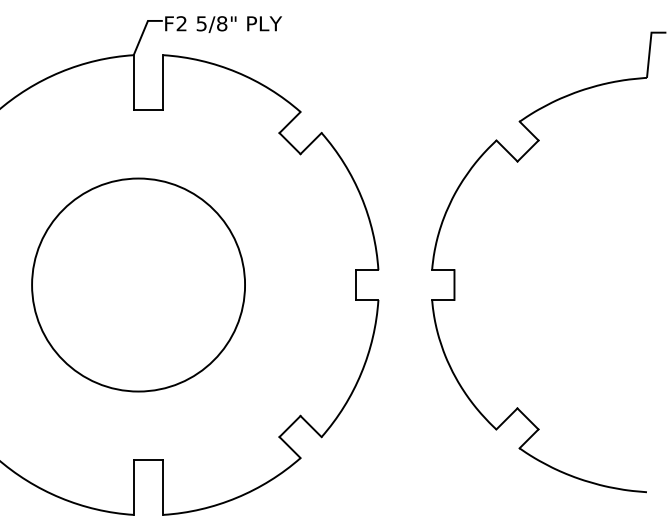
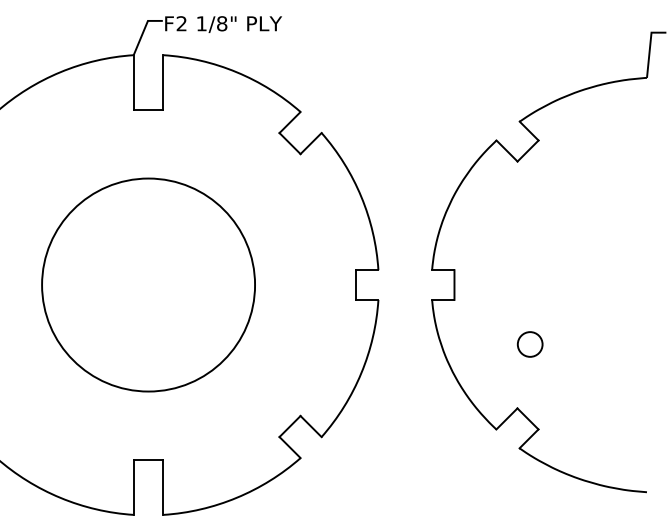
text at (201, 23): 5/8" -> 1/8"
circle at (138, 284) position: (138, 284) -> (148, 284)
circle at (529, 344): none -> present
